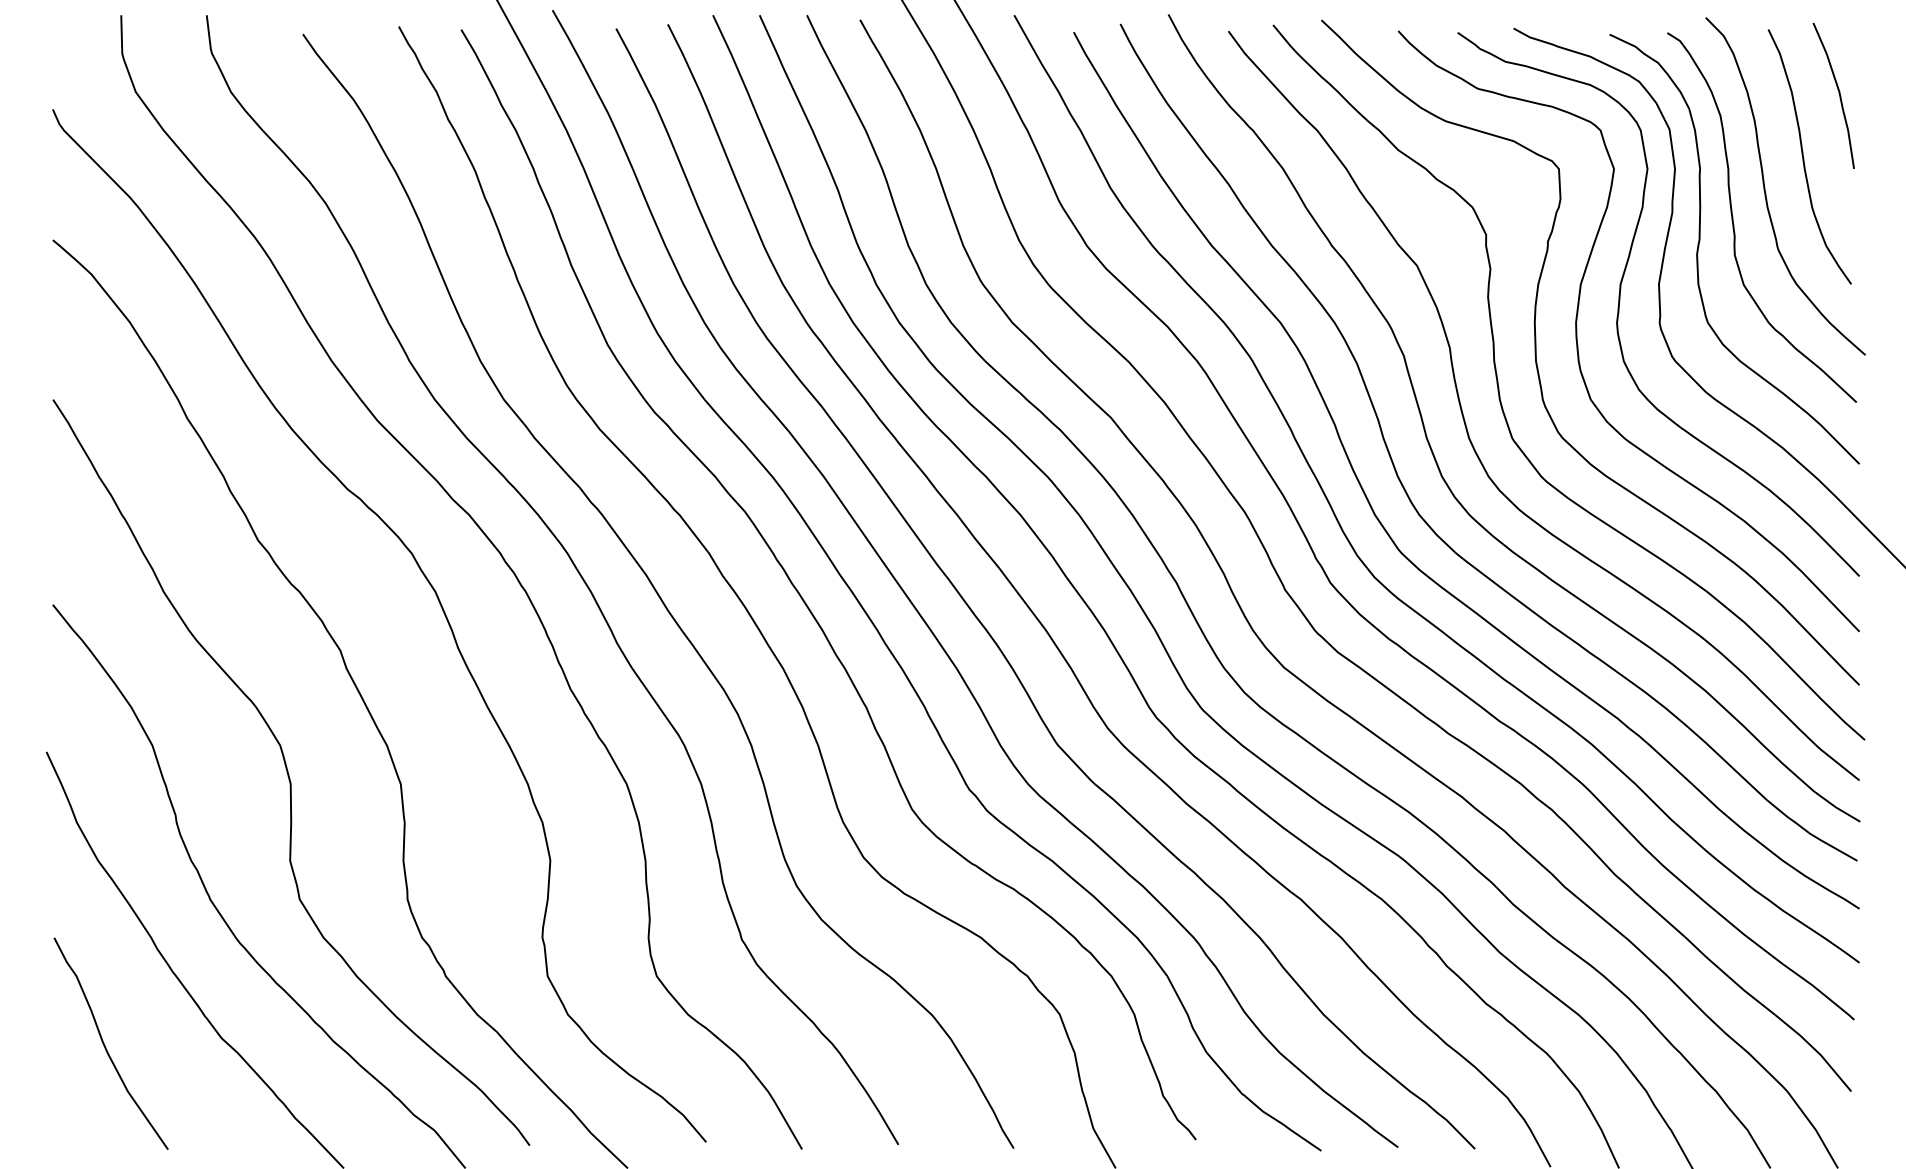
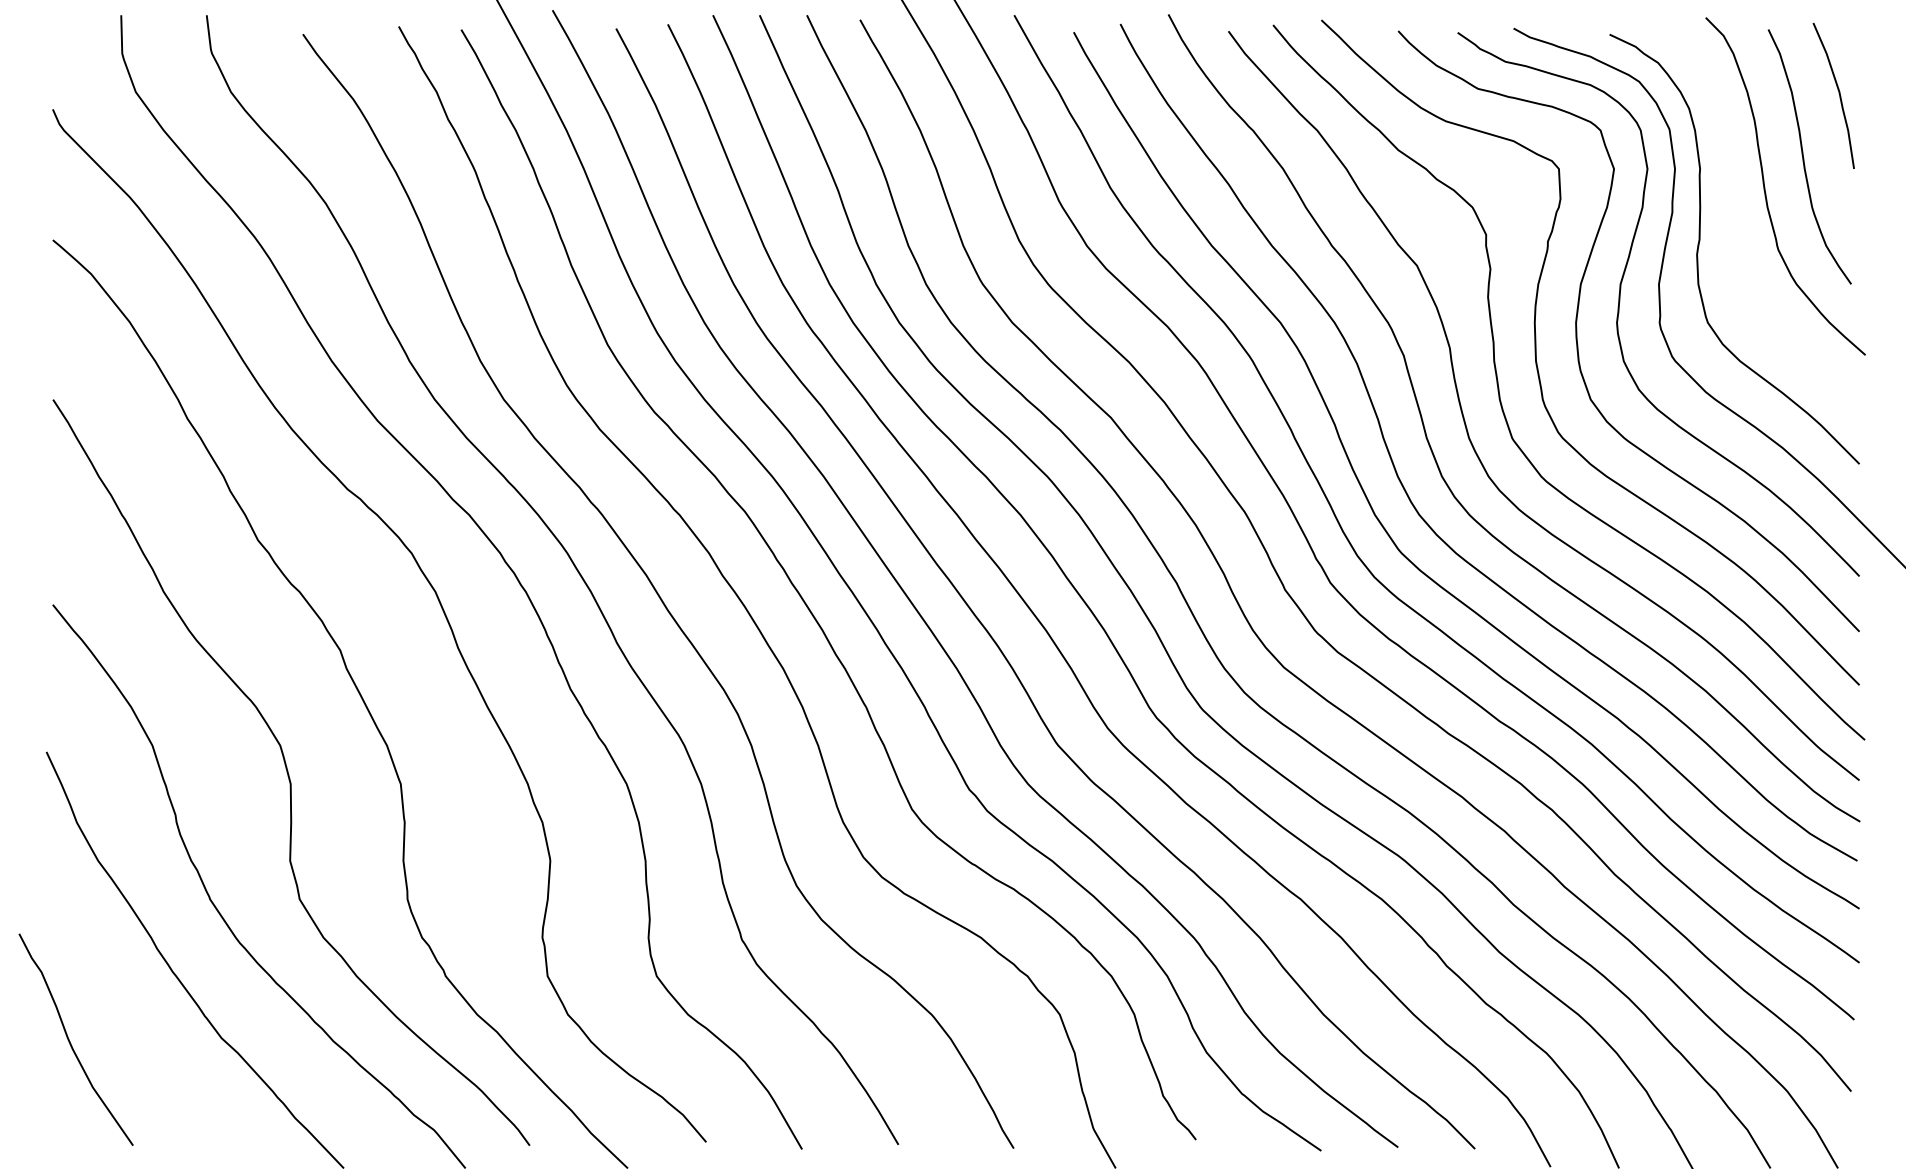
curve at (1734, 224): present -> none
curve at (105, 1045) position: (105, 1045) -> (70, 1041)
